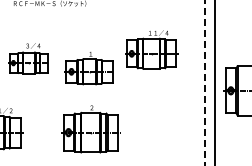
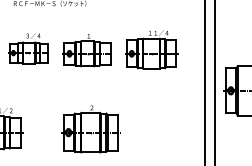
part at (28, 58) position: (28, 58) -> (28, 48)
part at (88, 68) position: (88, 68) -> (86, 50)
line at (205, 83): dashed -> solid
